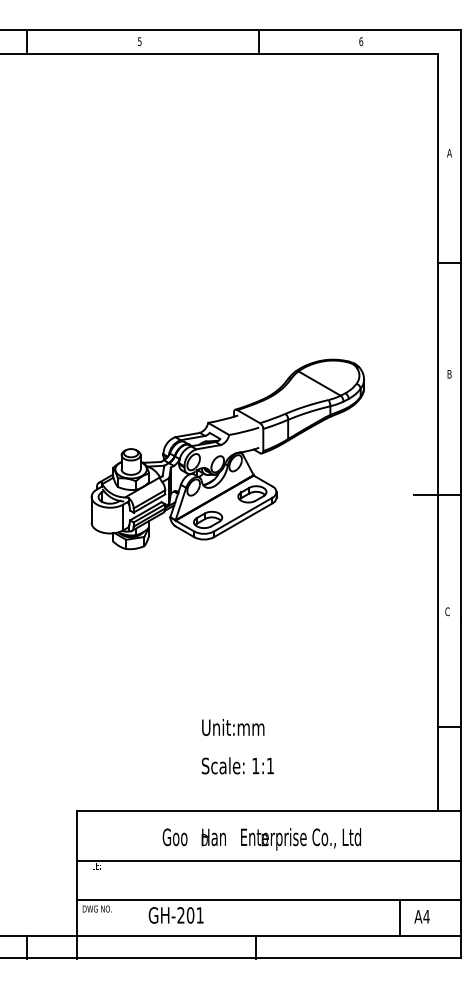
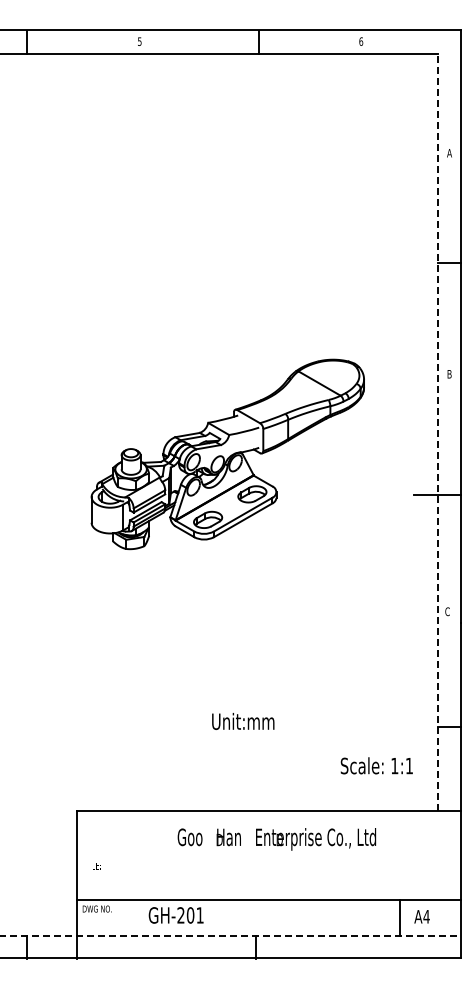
line at (437, 432): solid -> dashed
text at (233, 727) position: (233, 727) -> (243, 721)
text at (237, 765) position: (237, 765) -> (376, 765)
text at (261, 839) position: (261, 839) -> (276, 839)
line at (268, 860): present -> none
line at (230, 936): solid -> dashed
